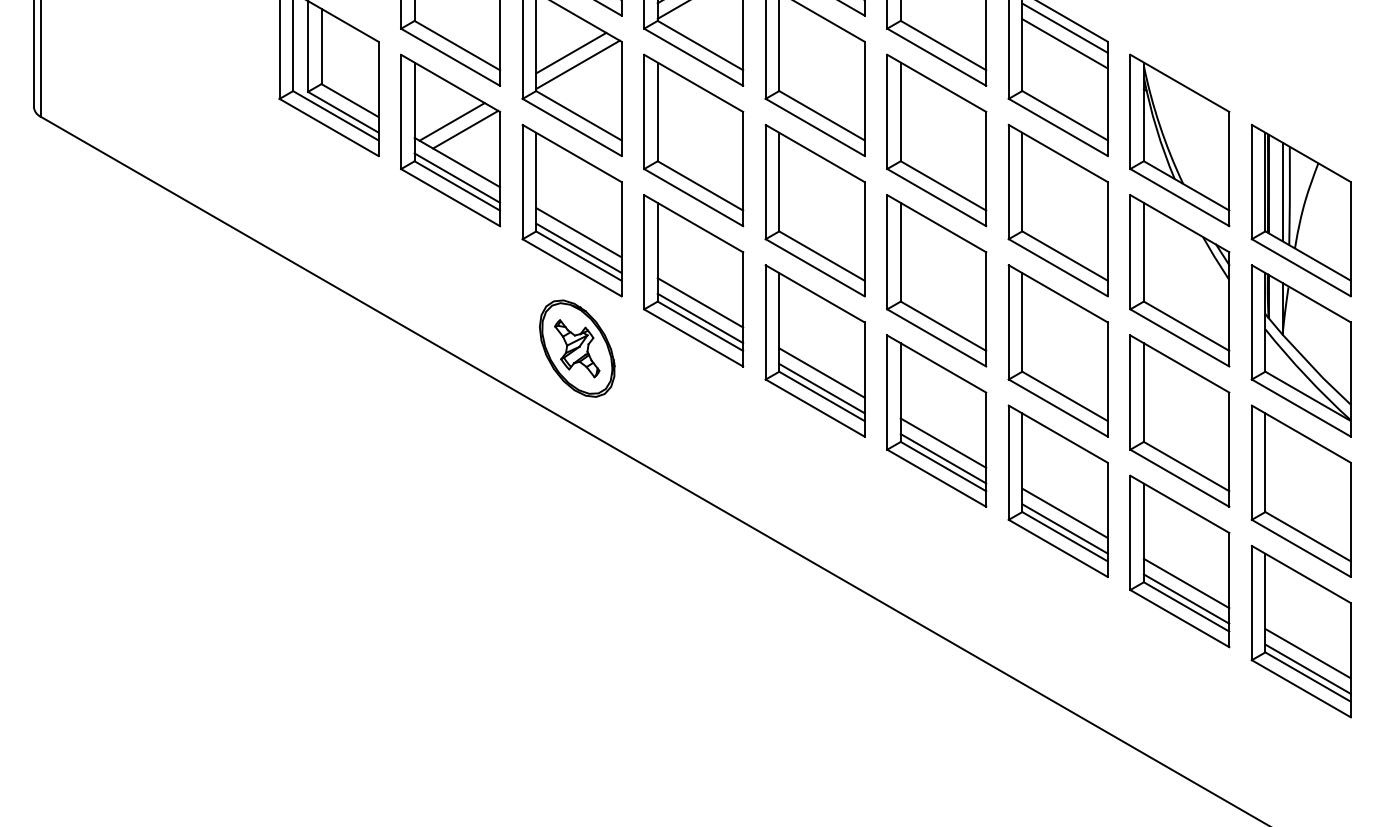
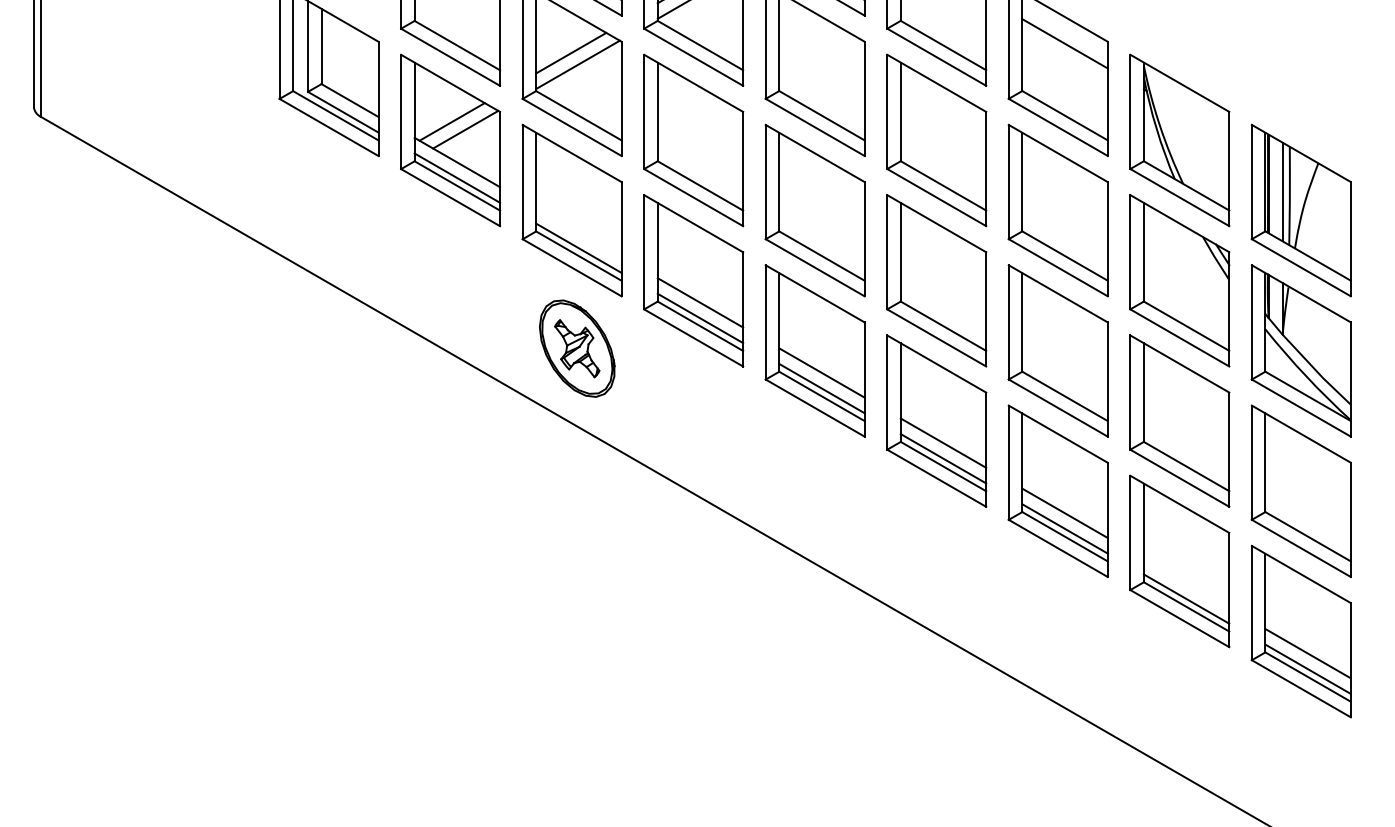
line at (1064, 27): present -> none
line at (578, 232): present -> none
line at (1186, 583): present -> none
